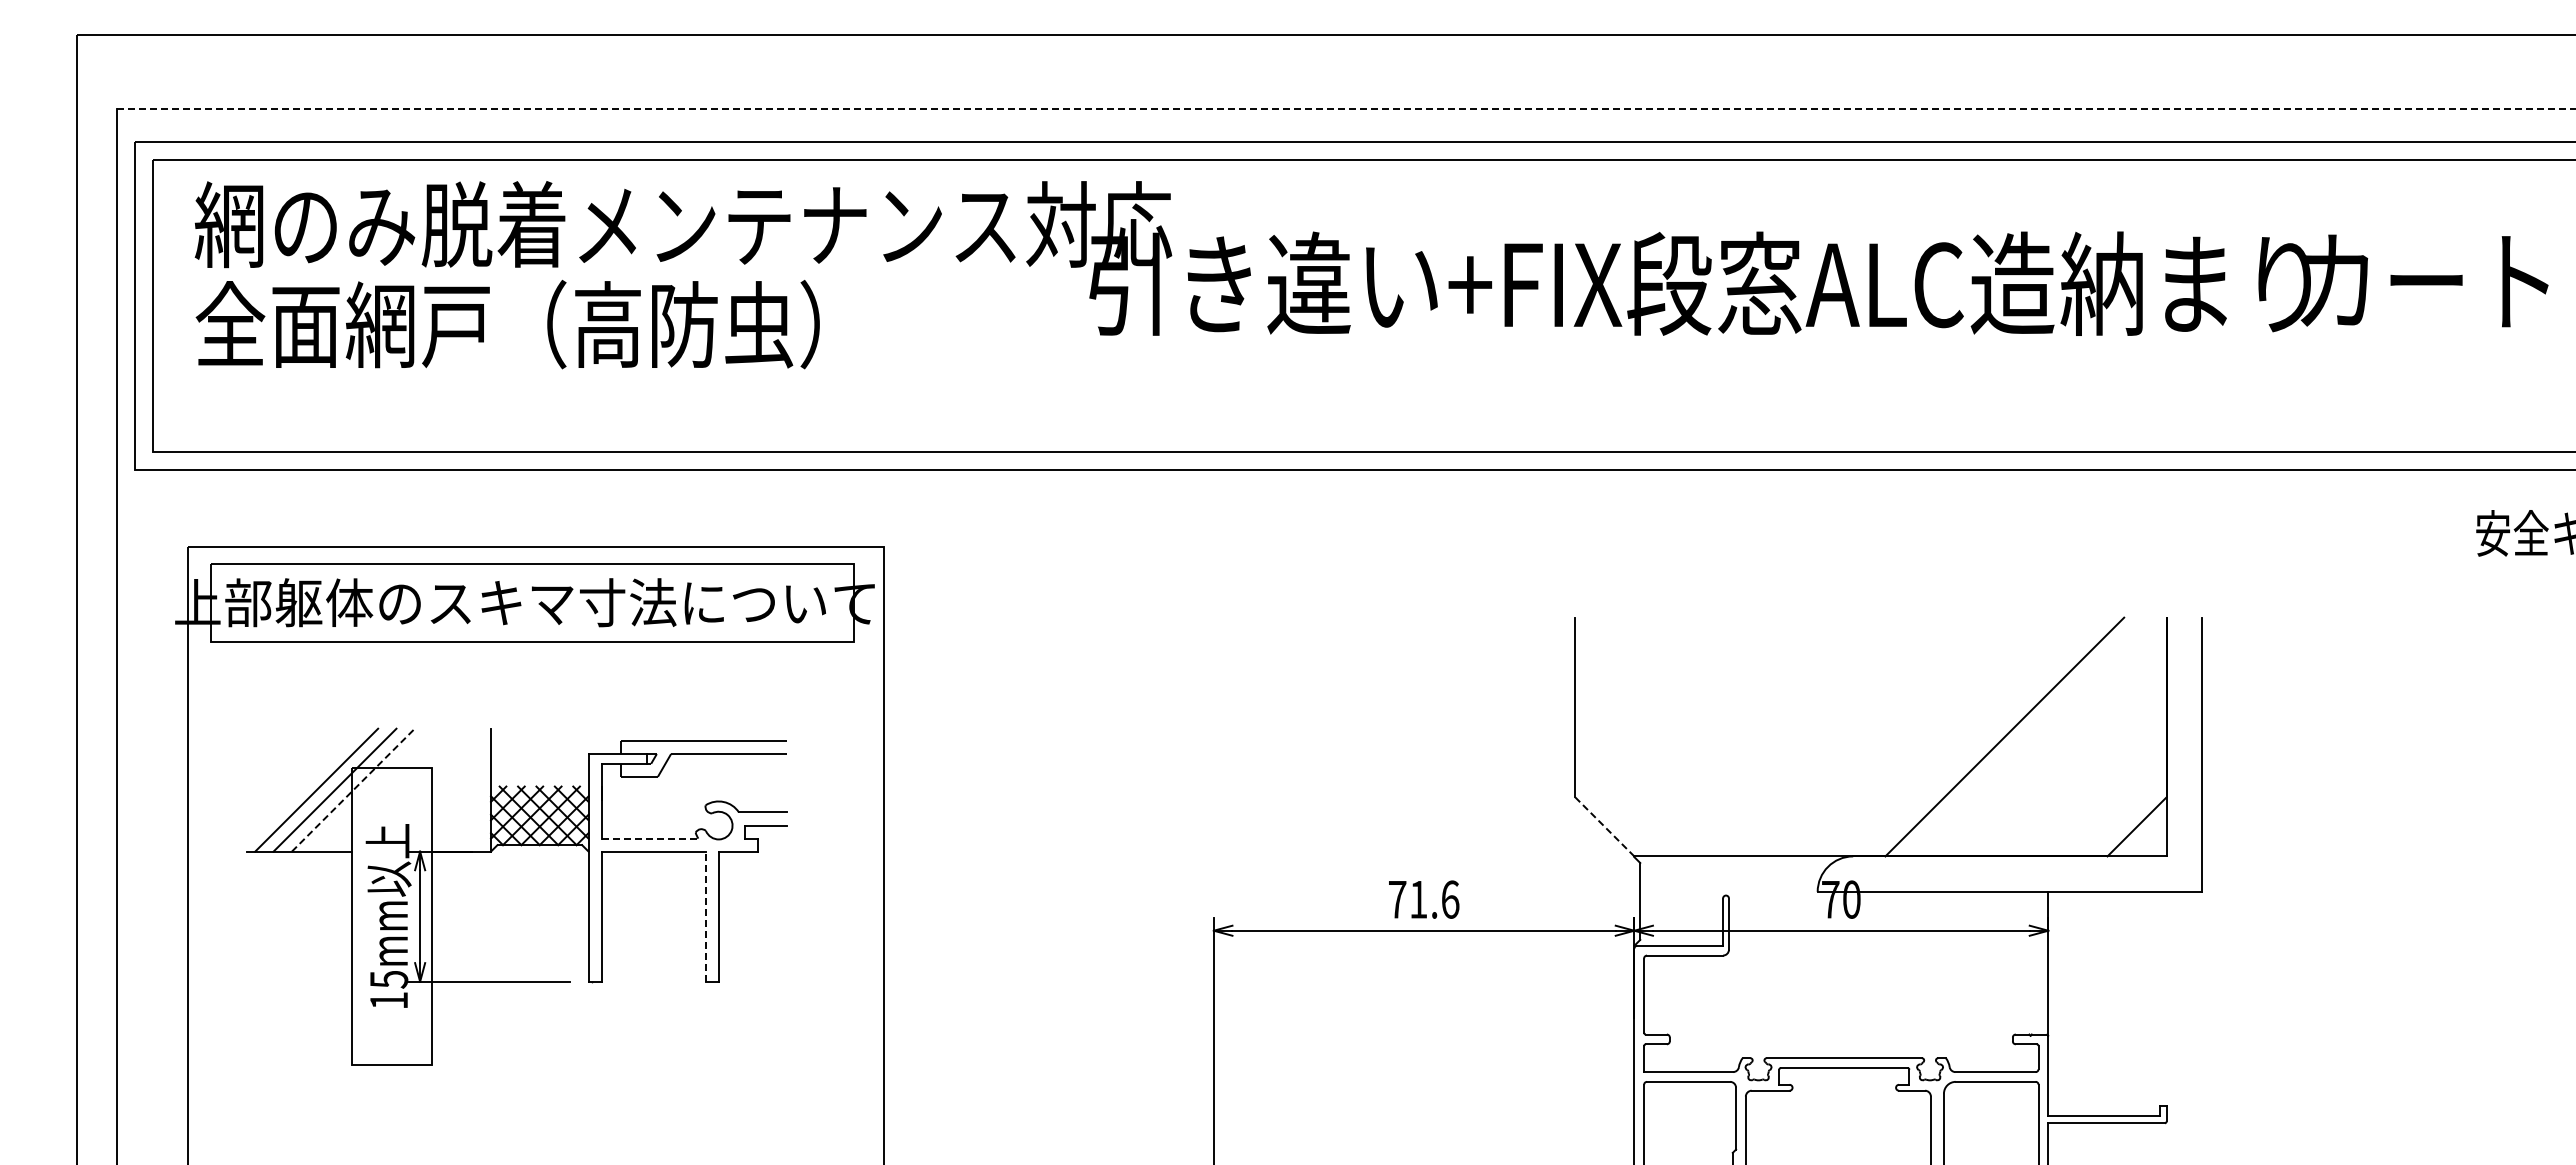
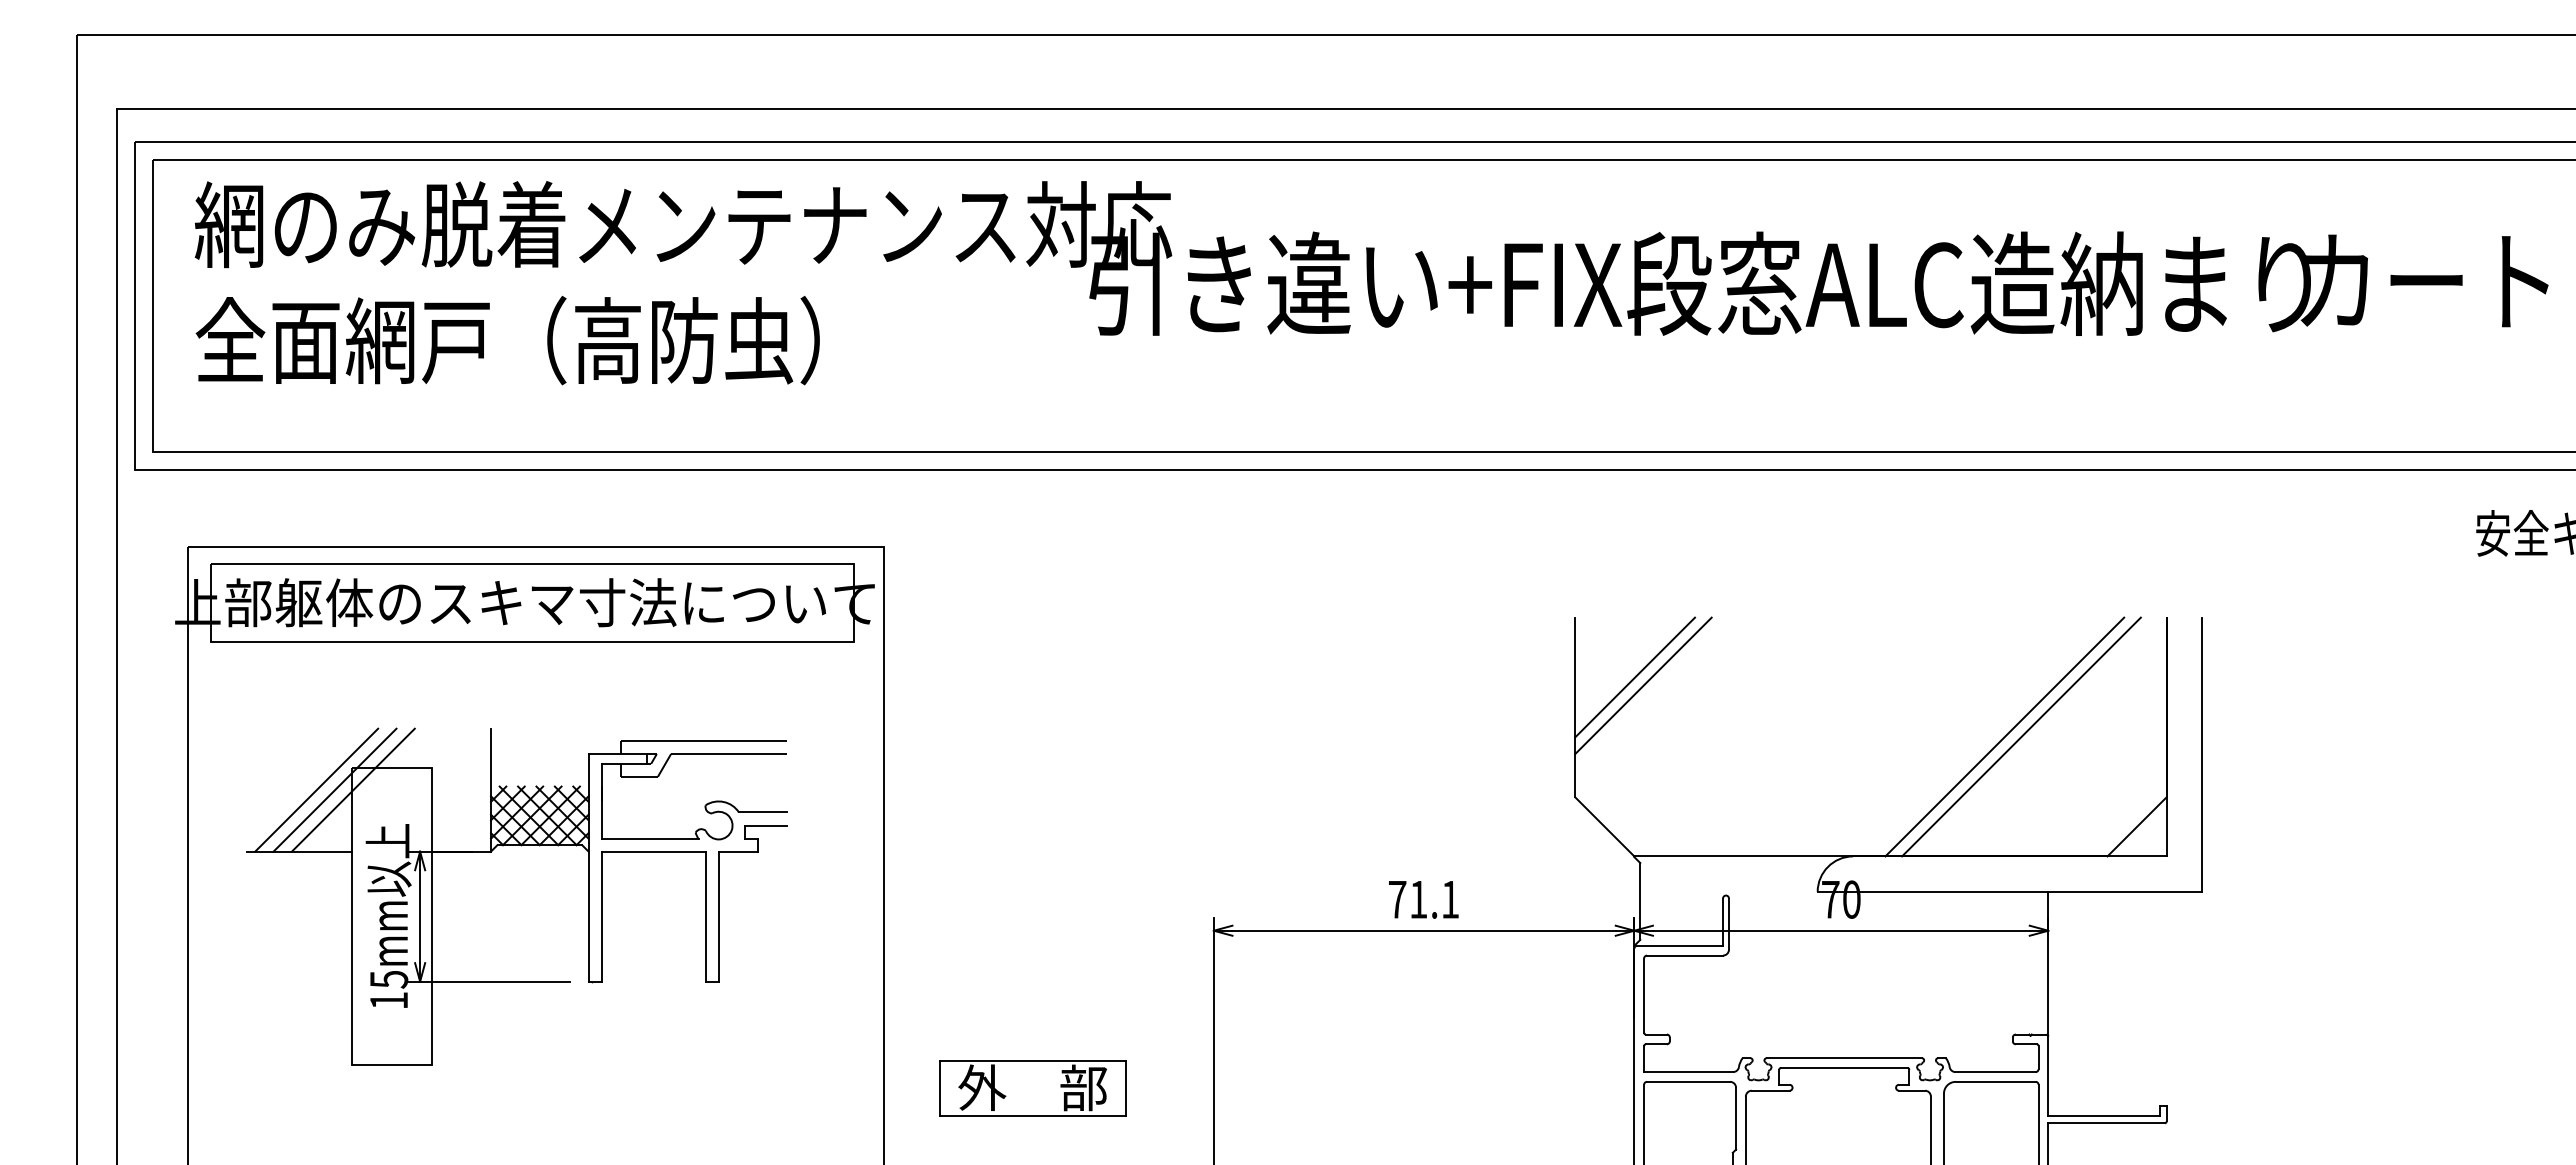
line at (1346, 109): dashed -> solid
text at (507, 324) position: (507, 324) -> (507, 340)
line at (1635, 677): none -> present
line at (1643, 685): none -> present
line at (2021, 736): none -> present
line at (353, 790): dashed -> solid
line at (1604, 826): dashed -> solid
line at (650, 838): dashed -> solid
text at (1450, 899): 71.6 -> 71.1
line at (705, 916): dashed -> solid
part at (1032, 1088): none -> present
